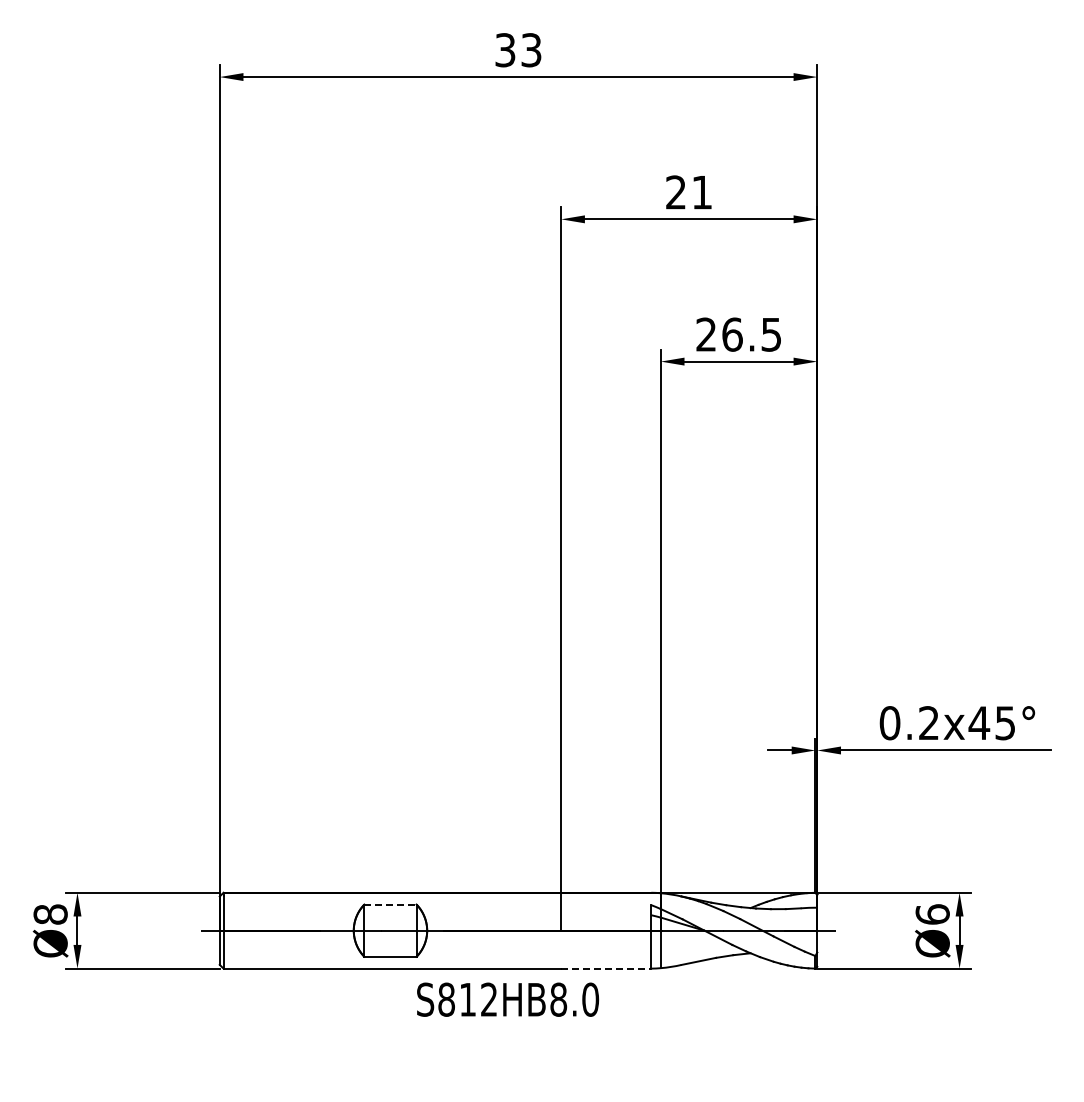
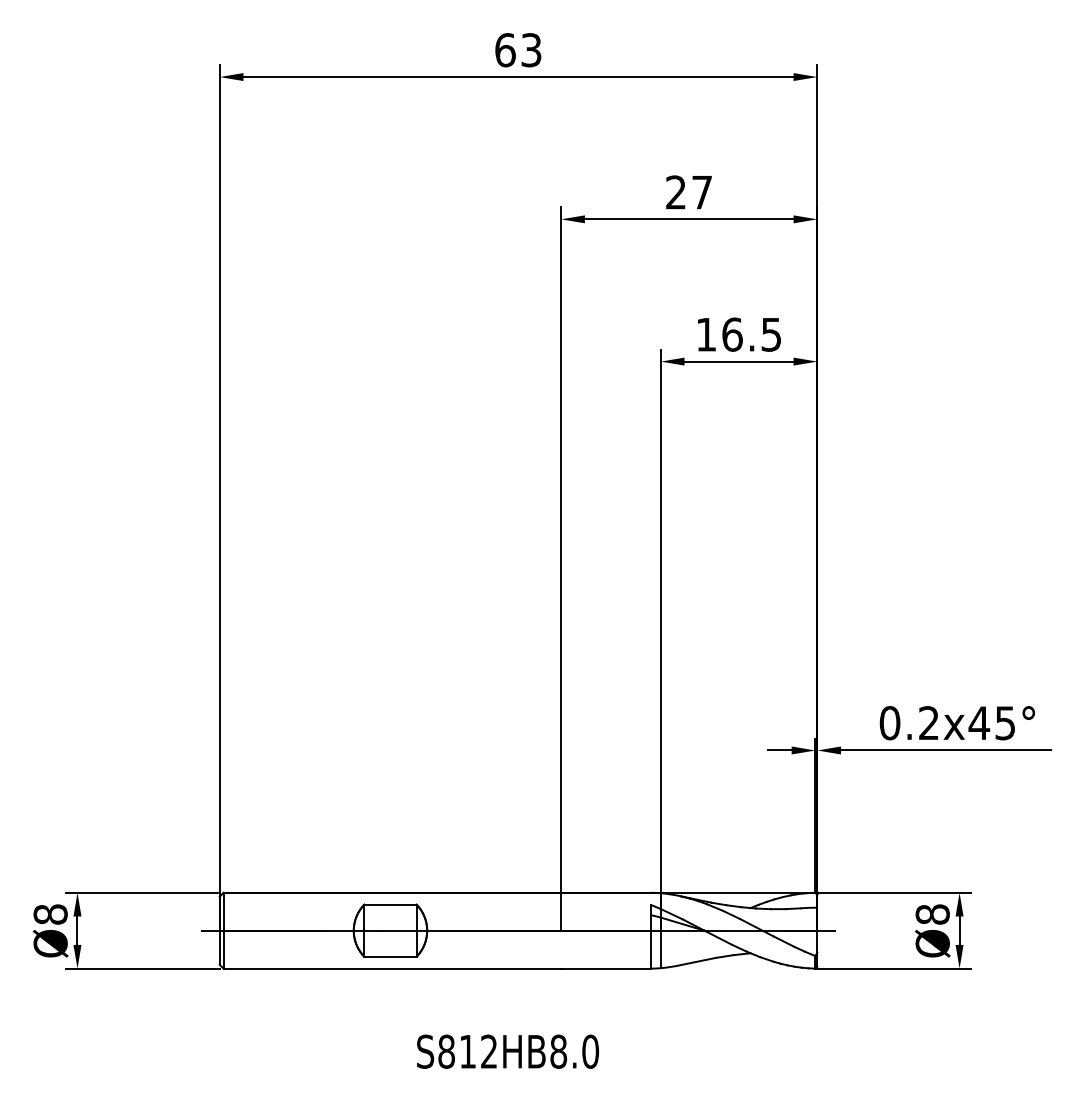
text at (505, 50): 33 -> 63
text at (701, 192): 21 -> 27
text at (705, 334): 26.5 -> 16.5
line at (390, 904): dashed -> solid
text at (932, 914): Ø6 -> Ø8
line at (606, 968): dashed -> solid
text at (508, 999) position: (508, 999) -> (508, 1051)
